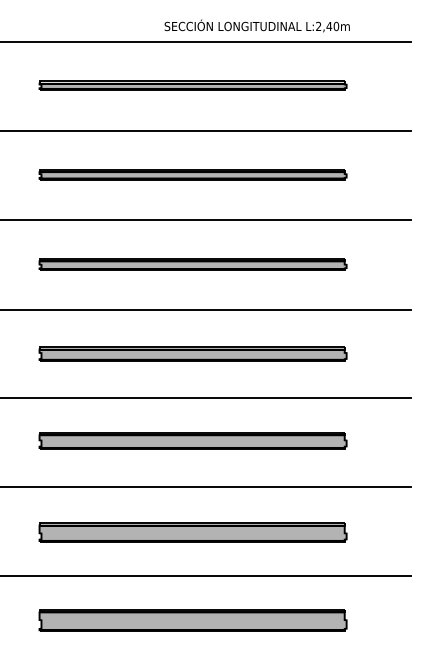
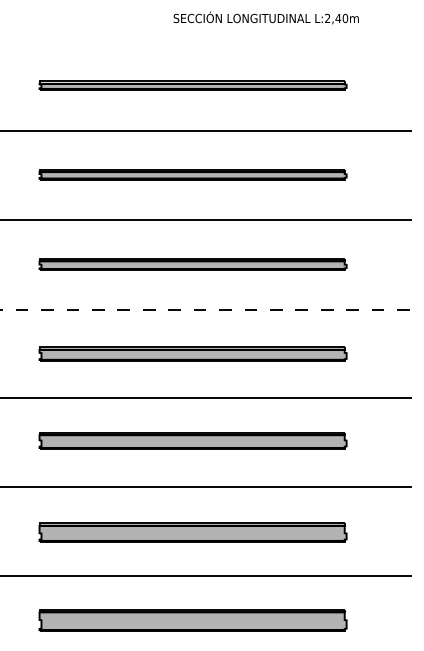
text at (256, 25) position: (256, 25) -> (265, 17)
line at (206, 42): present -> none
line at (206, 309): solid -> dashed
